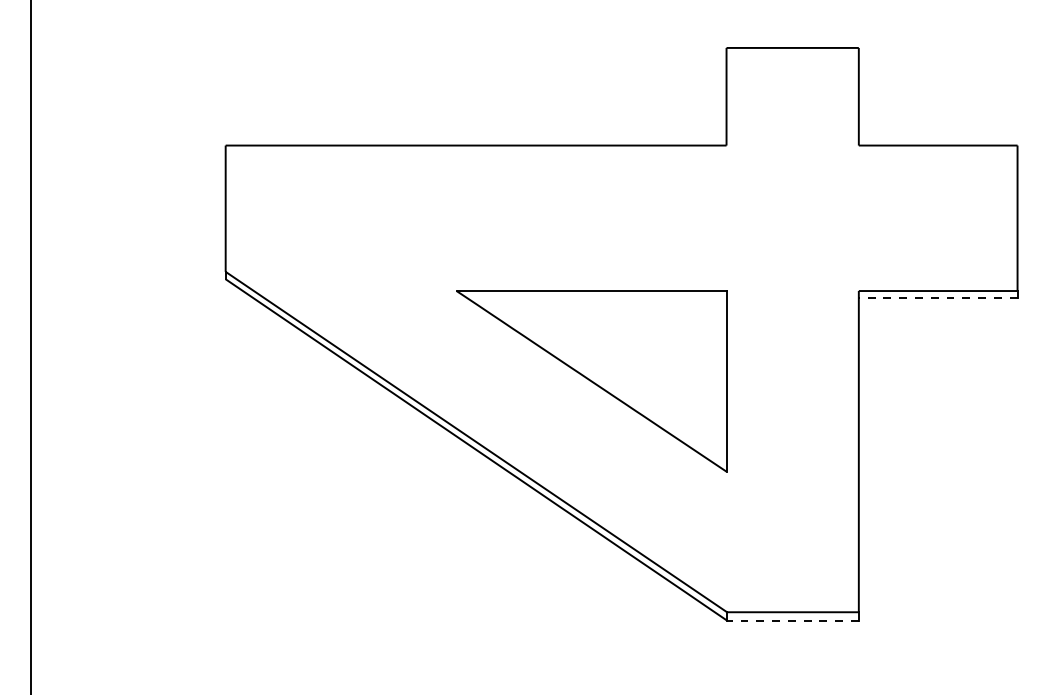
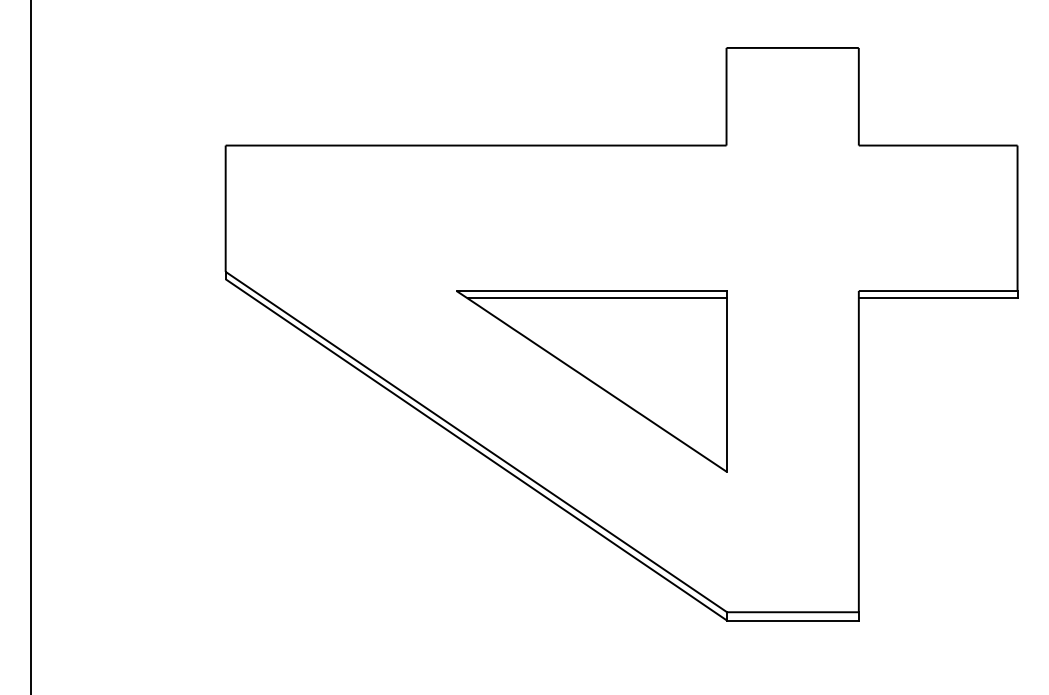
line at (596, 298): none -> present
line at (937, 298): dashed -> solid
line at (792, 620): dashed -> solid
